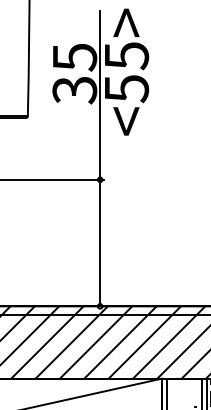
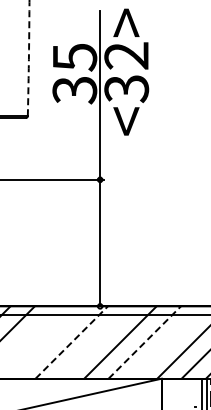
arc at (28, 57): solid -> dashed
text at (126, 72): <55> -> <32>
line at (30, 334): present -> none
line at (47, 342): present -> none
line at (72, 342): solid -> dashed
line at (95, 342): present -> none
line at (145, 342): solid -> dashed
line at (169, 342): present -> none
line at (167, 392): present -> none
